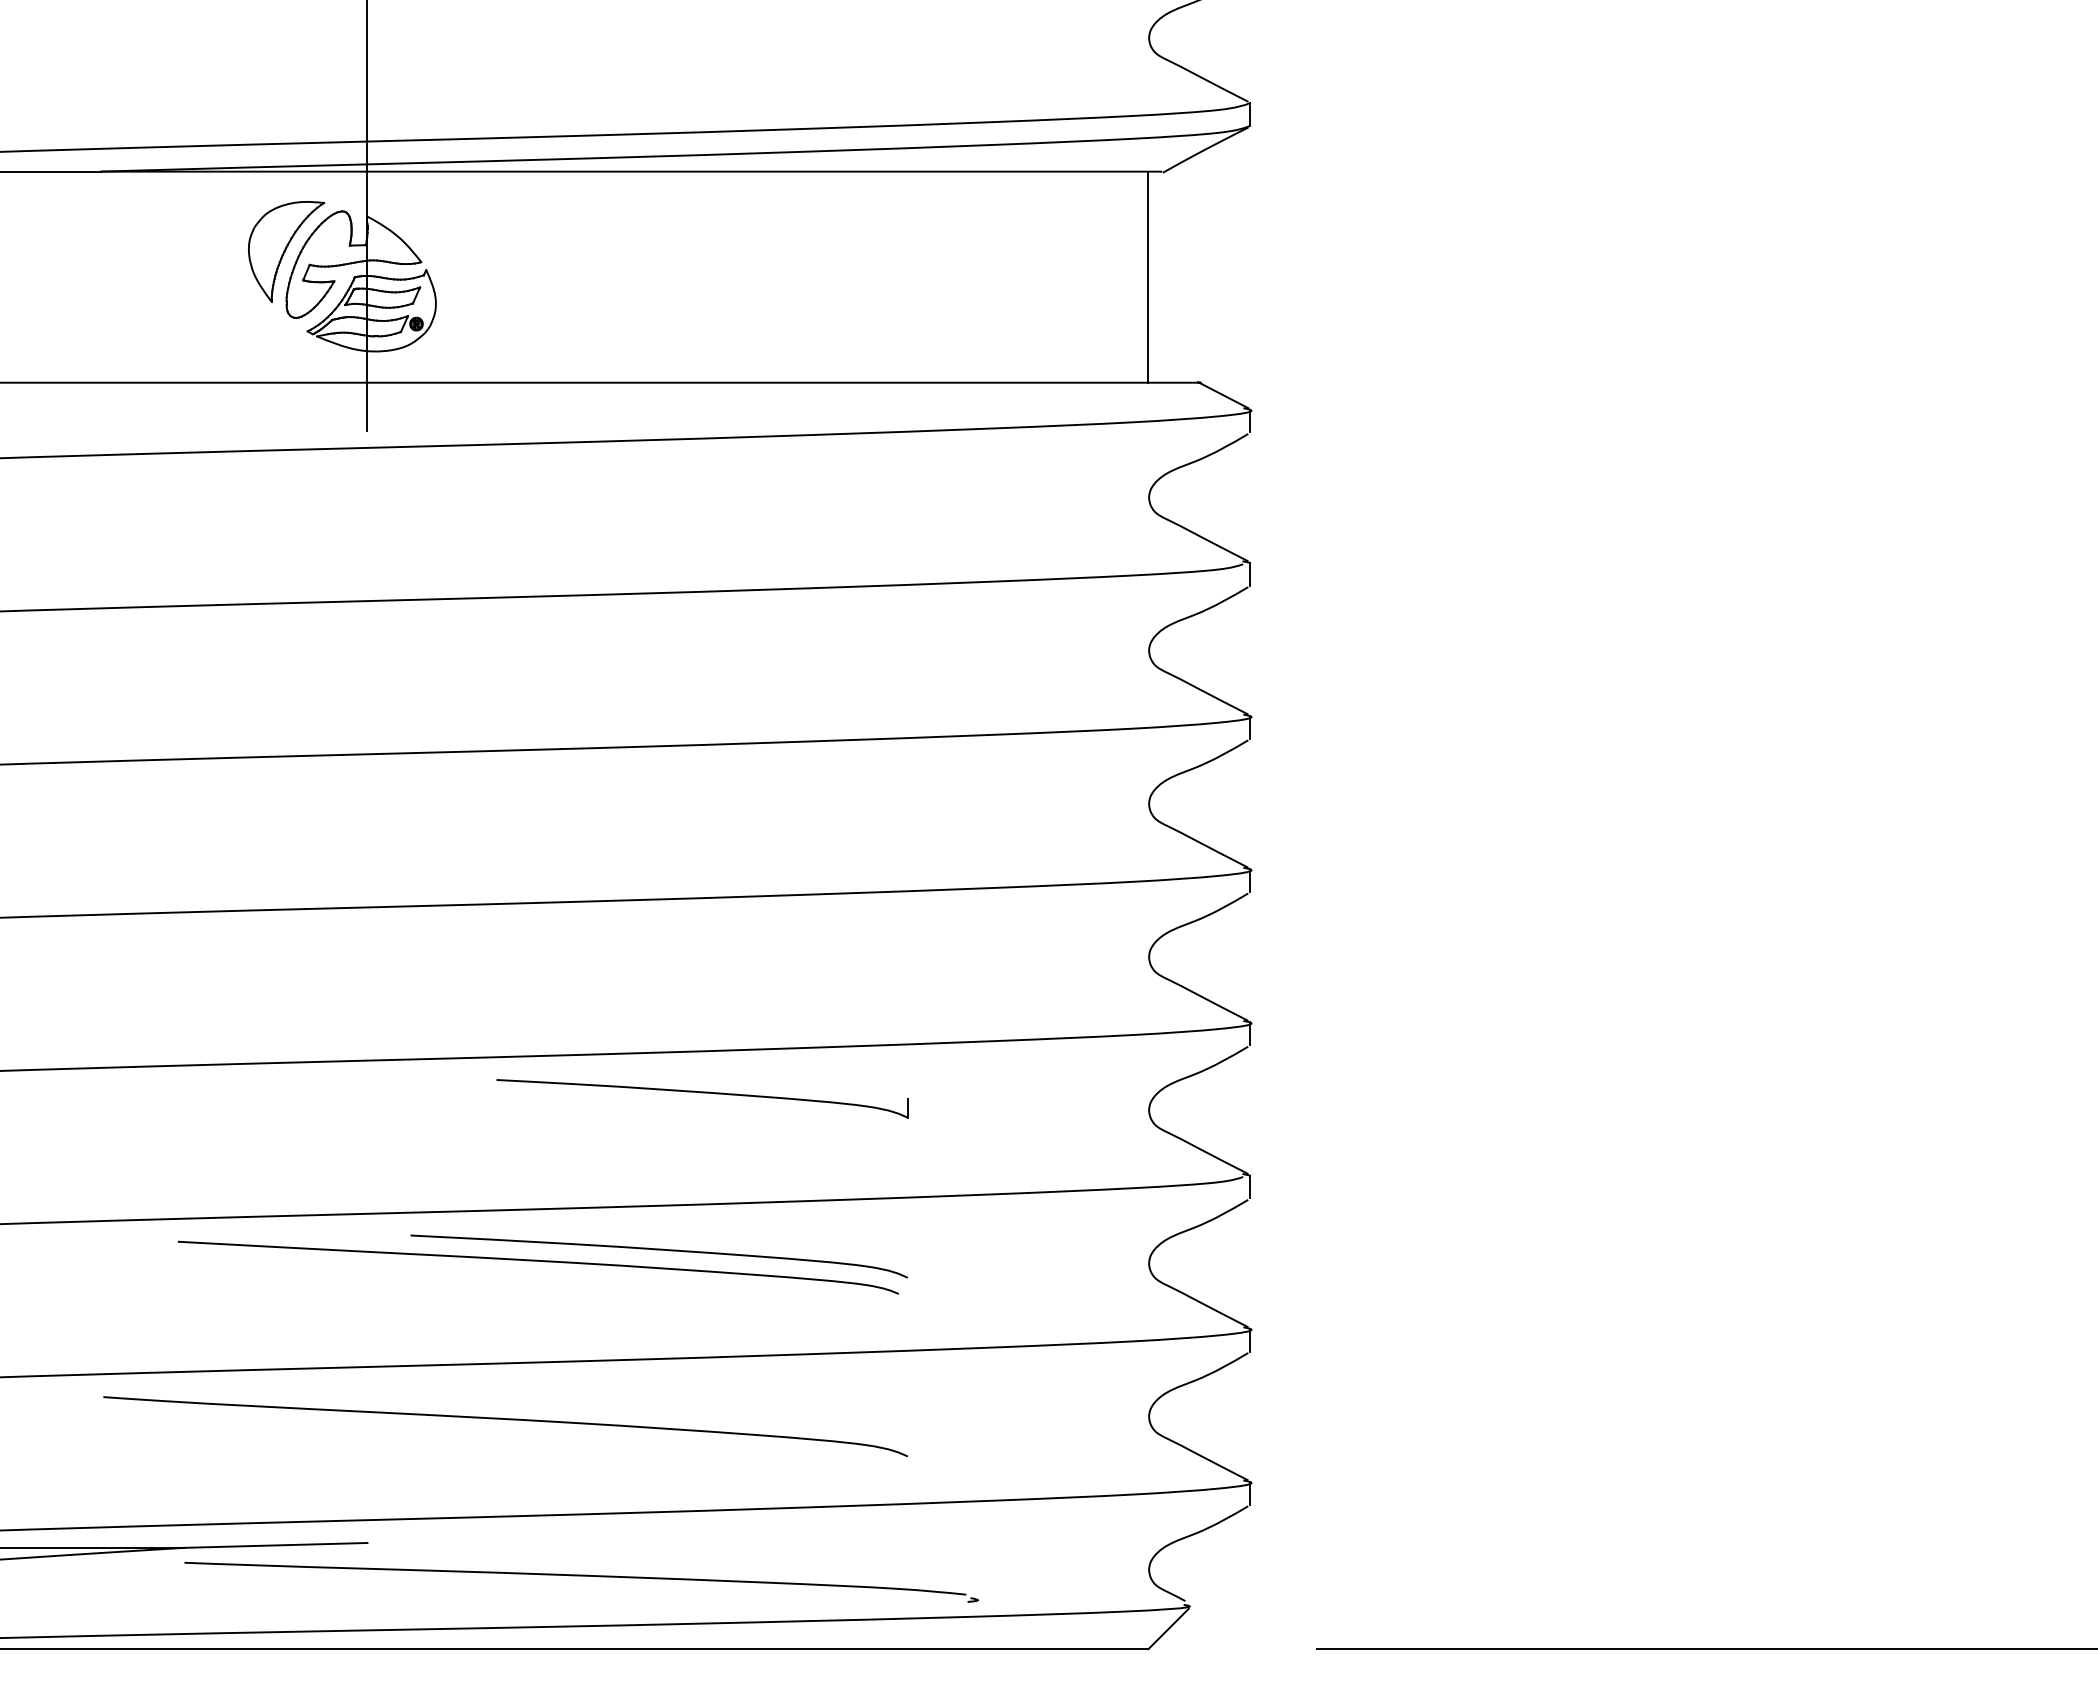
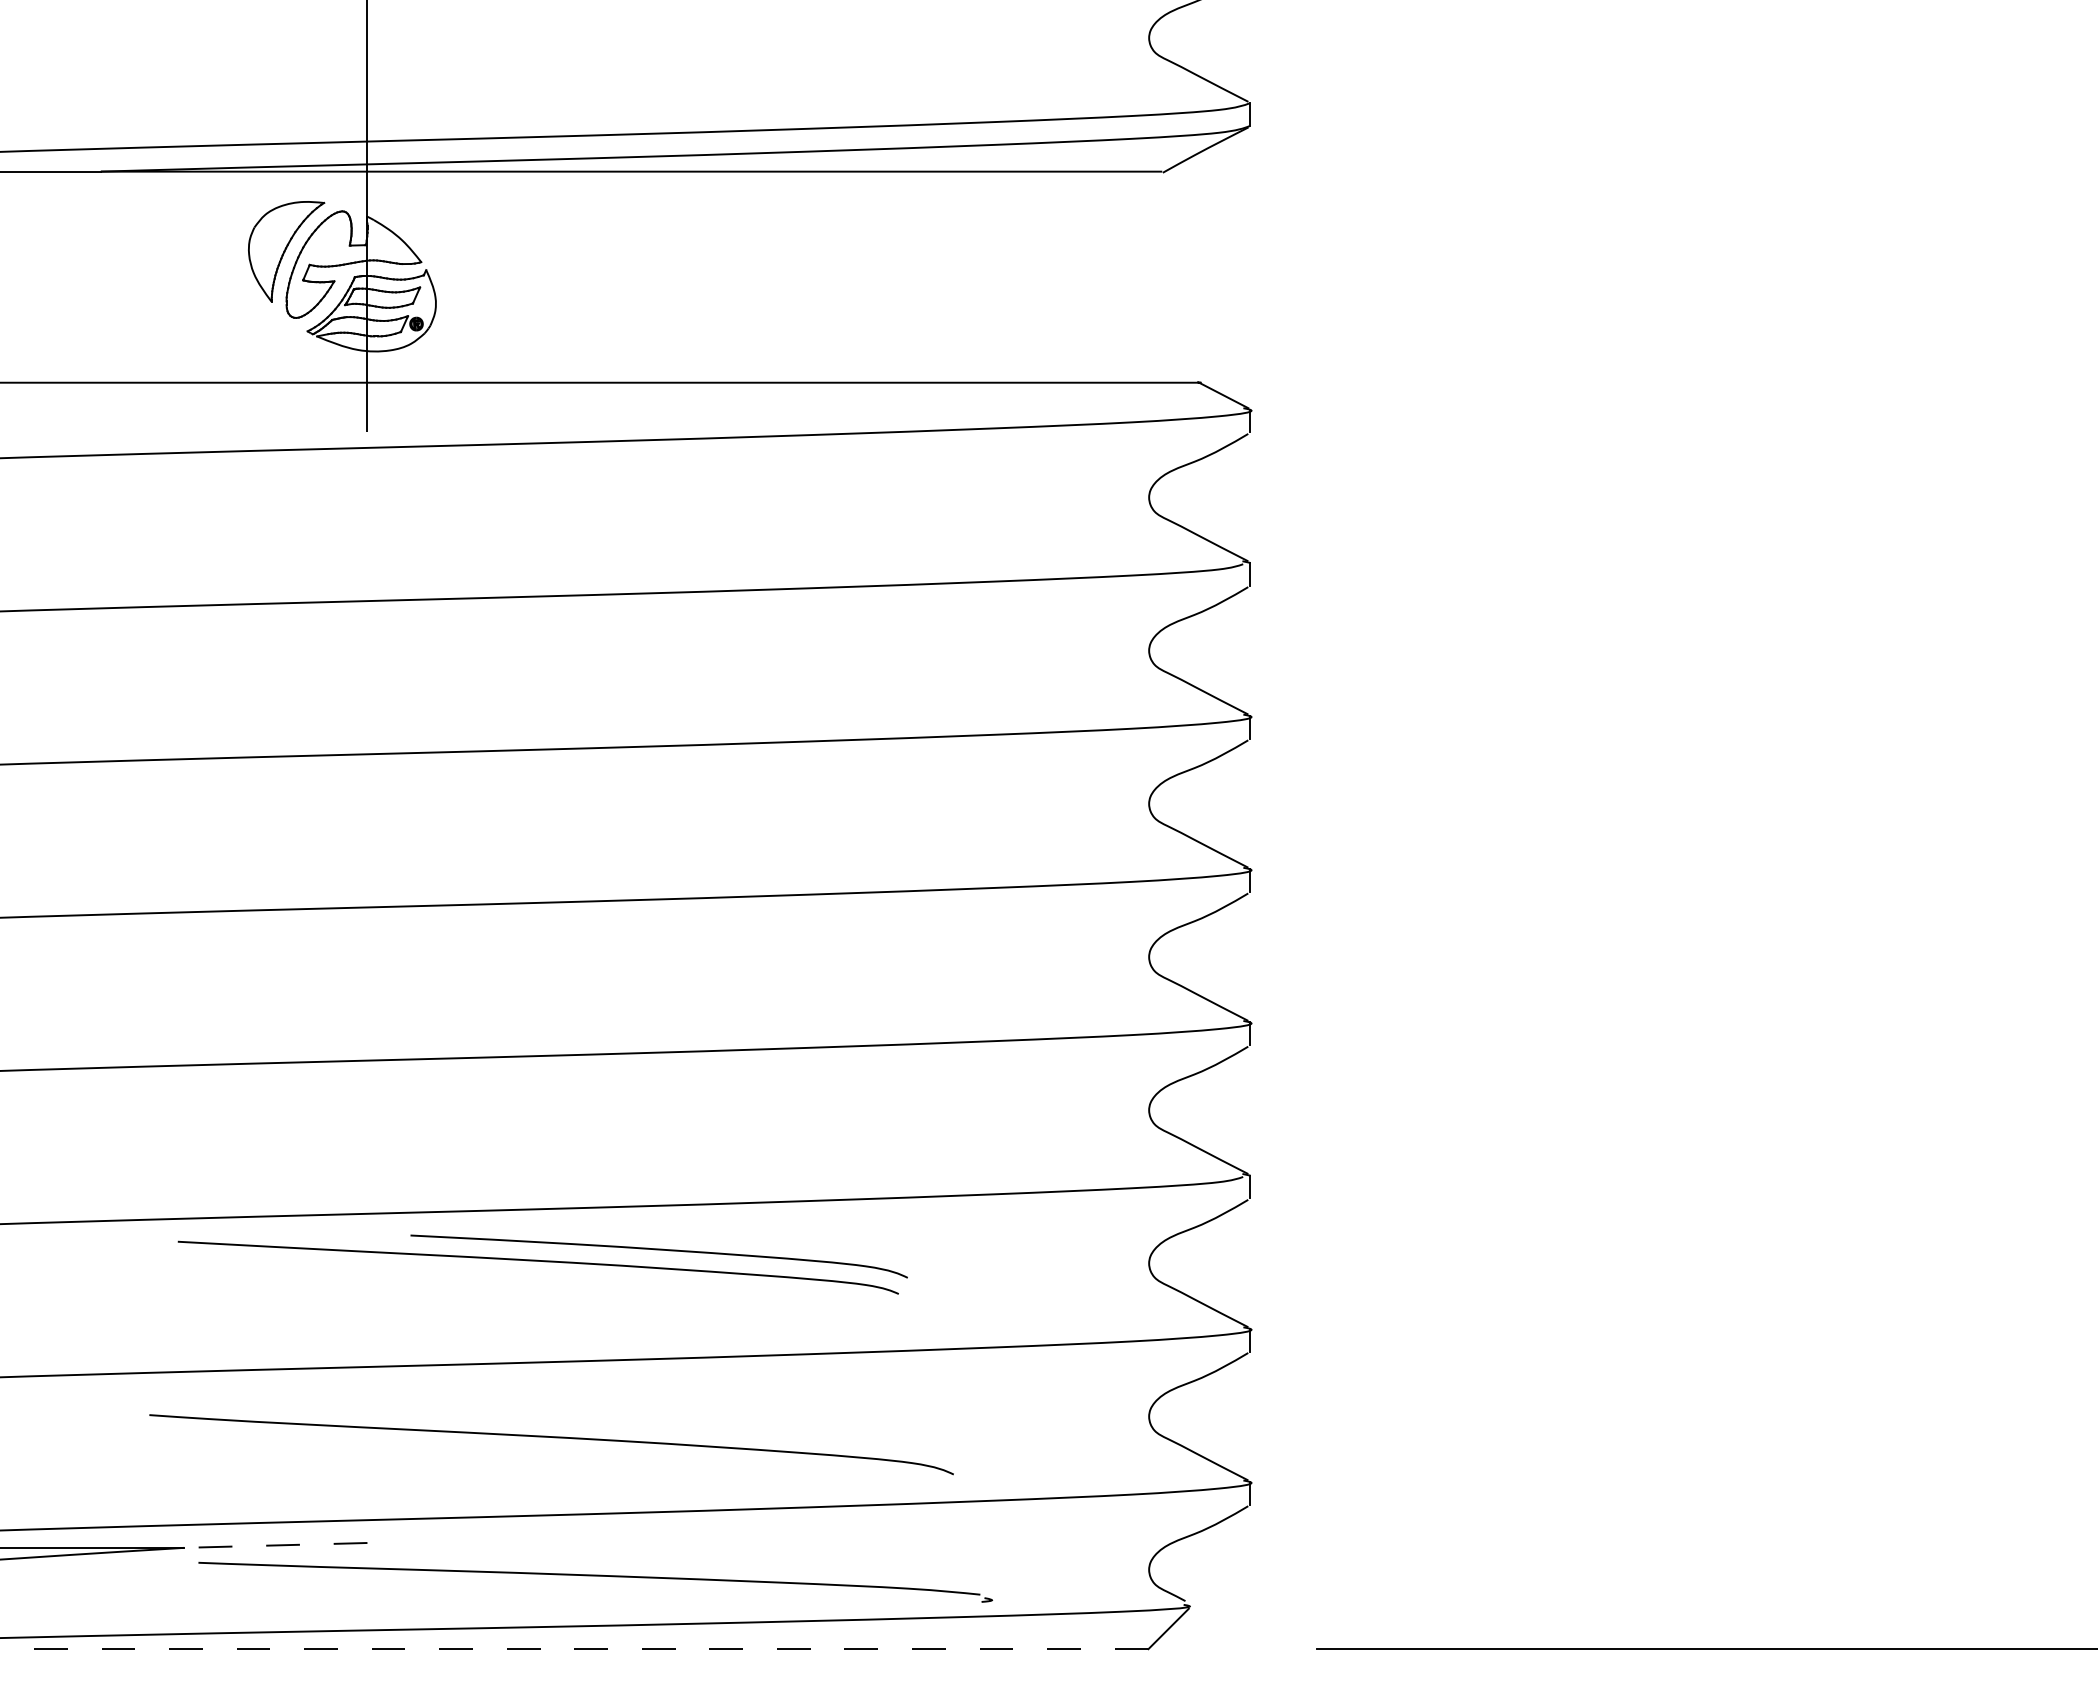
line at (1148, 276): present -> none
part at (702, 1098): present -> none
curve at (508, 1420) position: (508, 1420) -> (554, 1438)
line at (275, 1545): solid -> dashed
part at (581, 1581) position: (581, 1581) -> (595, 1581)
line at (574, 1649): solid -> dashed
